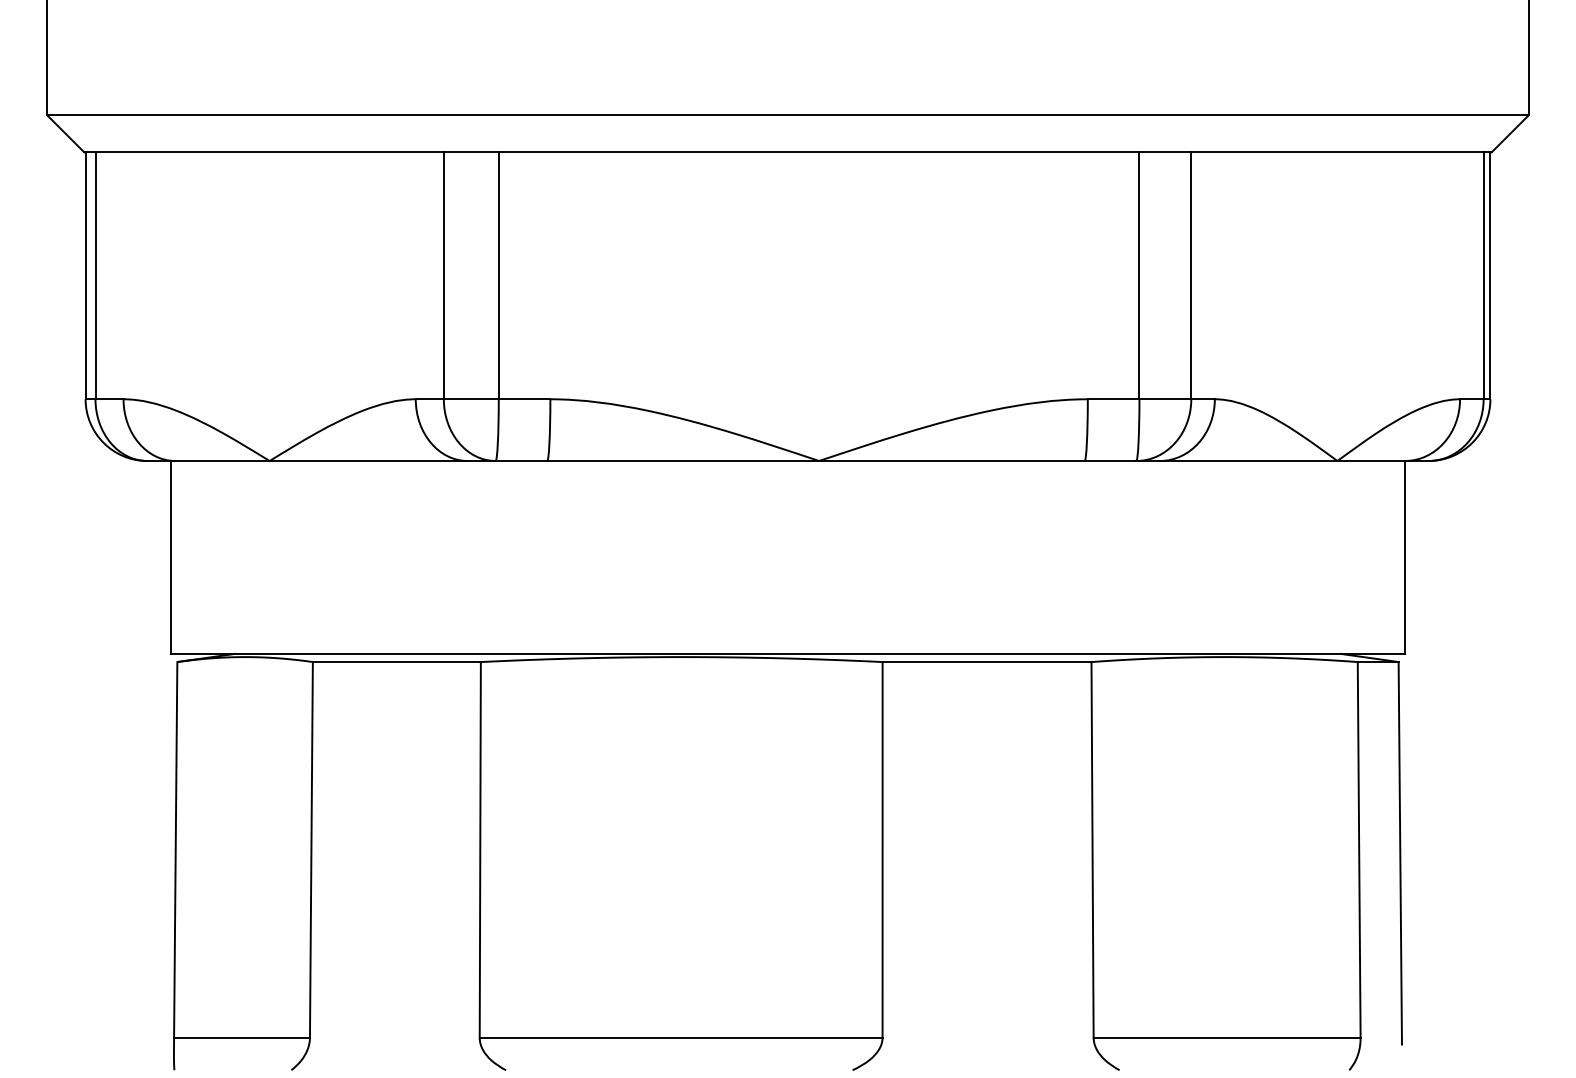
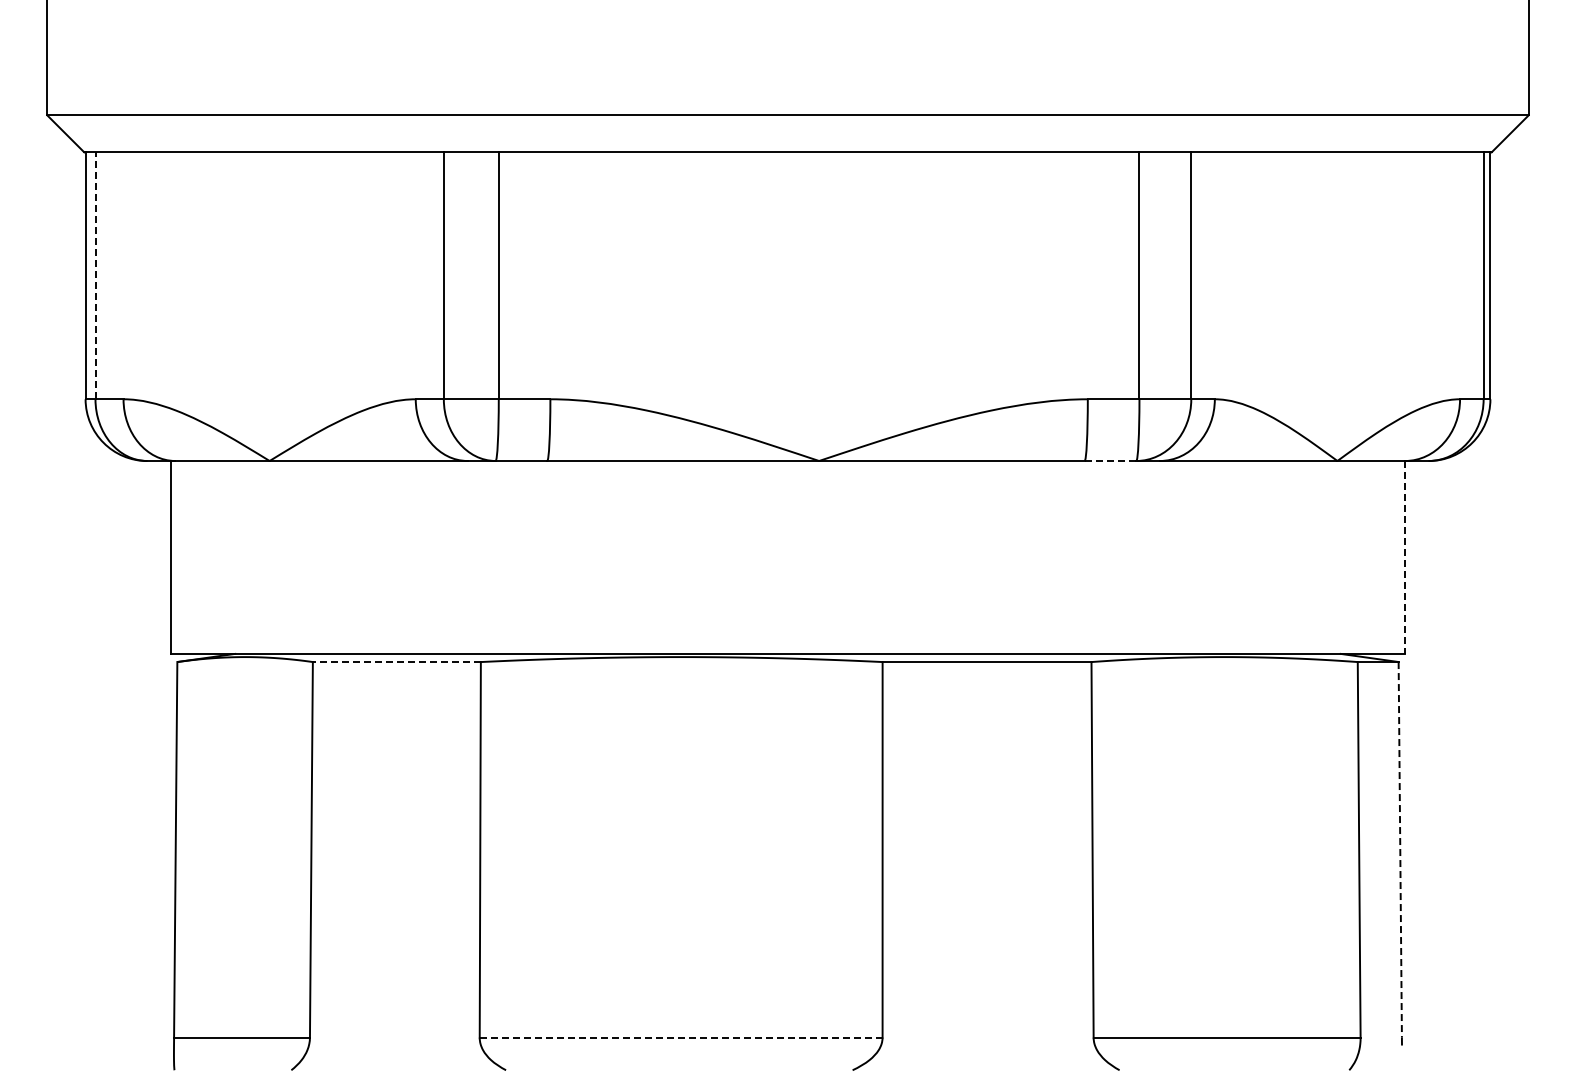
line at (95, 275): solid -> dashed
line at (1110, 461): solid -> dashed
line at (1405, 557): solid -> dashed
line at (396, 662): solid -> dashed
line at (1400, 849): solid -> dashed
line at (680, 1037): solid -> dashed
